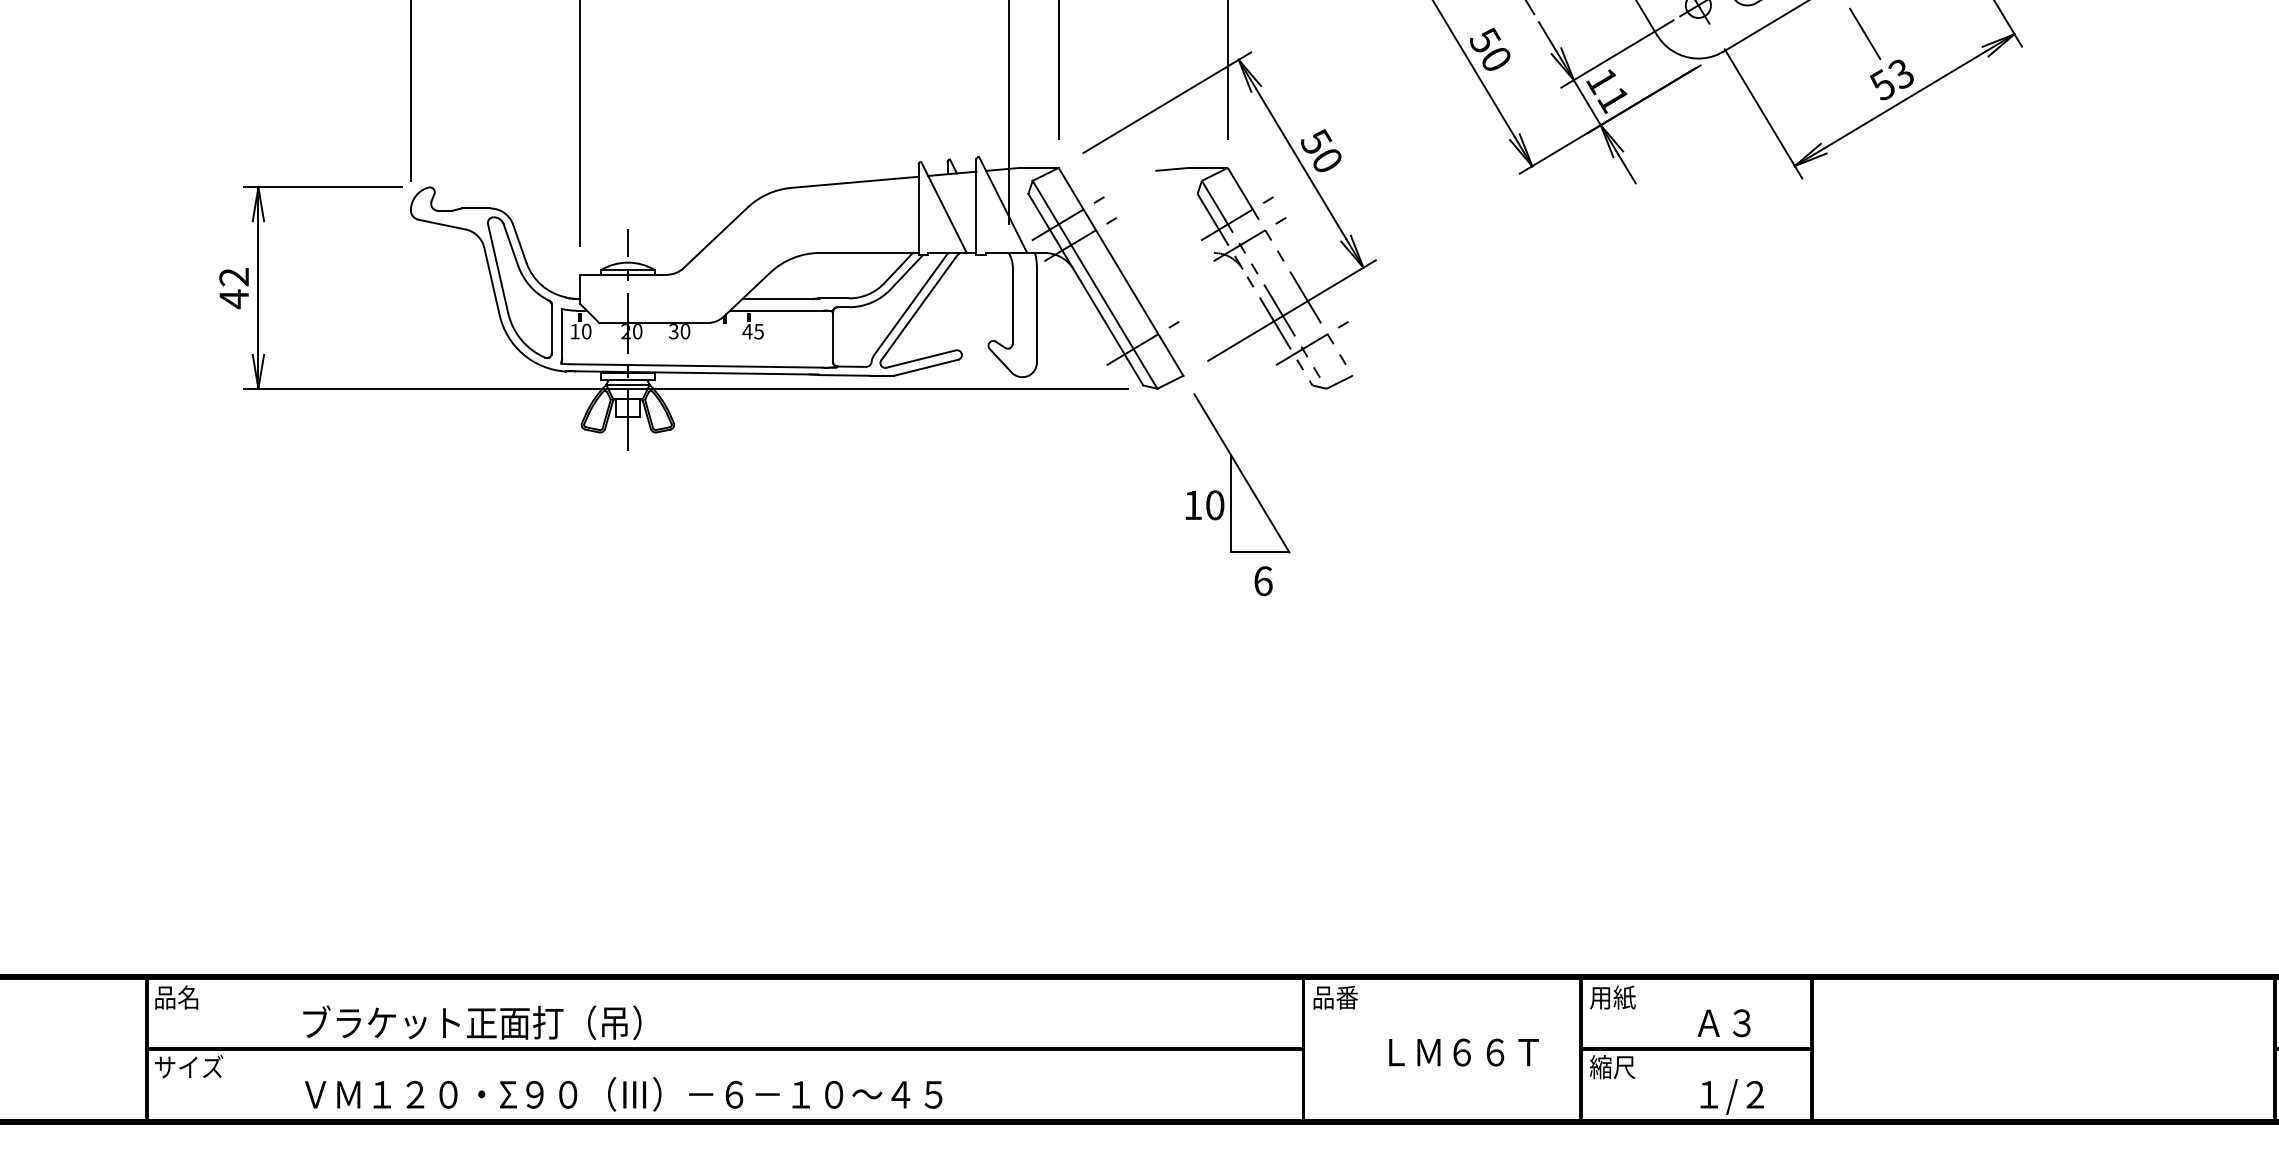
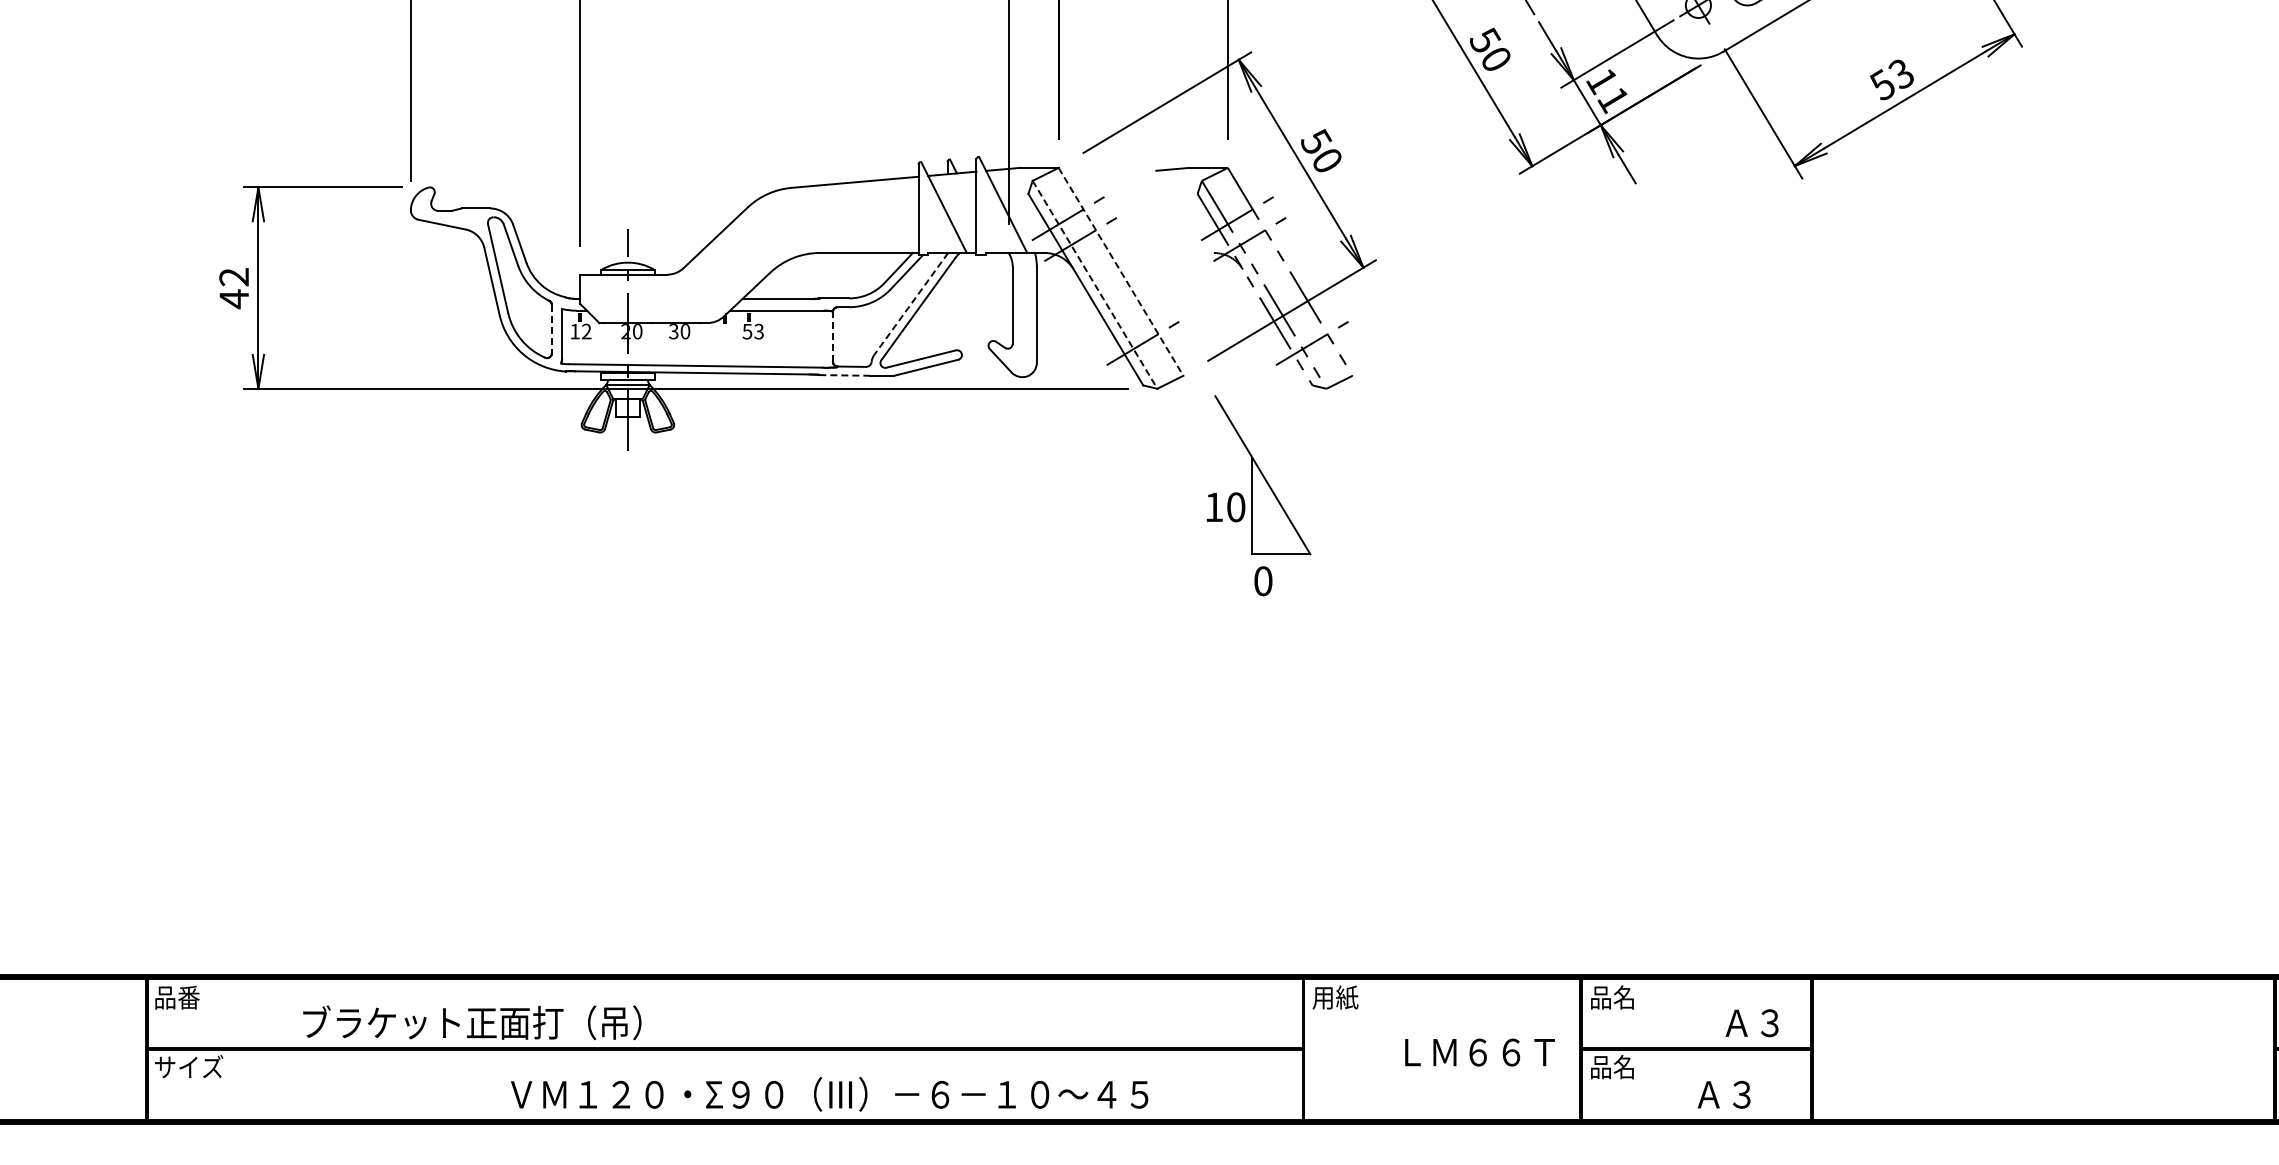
line at (1863, 30): present -> none
line at (1121, 272): solid -> dashed
line at (1095, 285): solid -> dashed
line at (910, 304): solid -> dashed
line at (551, 329): solid -> dashed
text at (586, 331): 10 -> 12
text at (752, 331): 45 -> 53
line at (832, 336): solid -> dashed
line at (845, 375): solid -> dashed
part at (1237, 473) position: (1237, 473) -> (1258, 475)
text at (1263, 581): 6 -> 0
text at (188, 997): 品名 -> 品番
text at (1335, 997): 品番 -> 用紙
text at (1612, 997): 用紙 -> 品名
text at (1723, 1023) position: (1723, 1023) -> (1751, 1023)
text at (1463, 1052) position: (1463, 1052) -> (1479, 1052)
text at (1612, 1067): 縮尺 -> 品名
text at (623, 1094) position: (623, 1094) -> (829, 1094)
text at (1730, 1096): １/２ -> Ａ３
